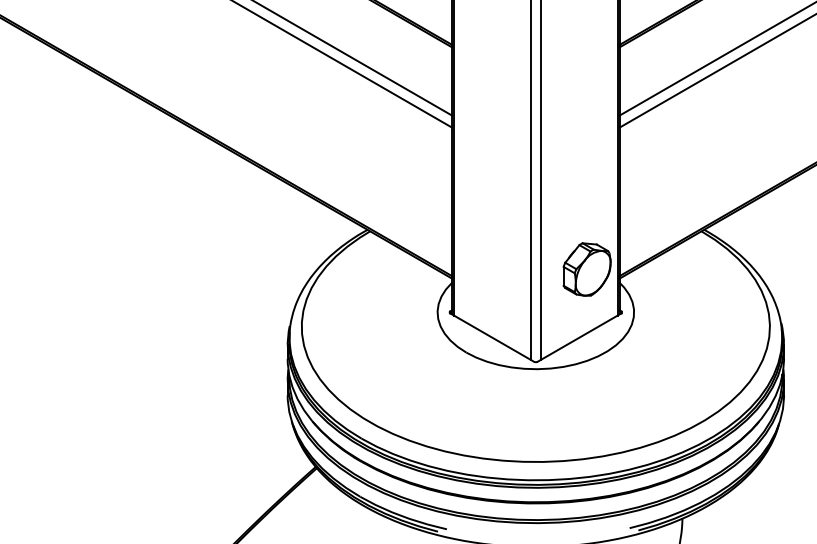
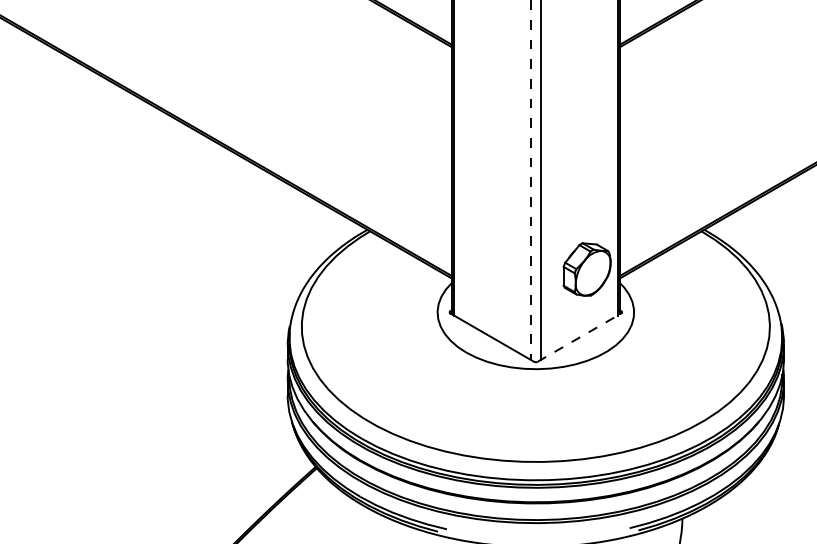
line at (353, 58): present -> none
line at (716, 59): present -> none
line at (343, 64): present -> none
line at (716, 71): present -> none
line at (530, 180): solid -> dashed
line at (579, 337): solid -> dashed
